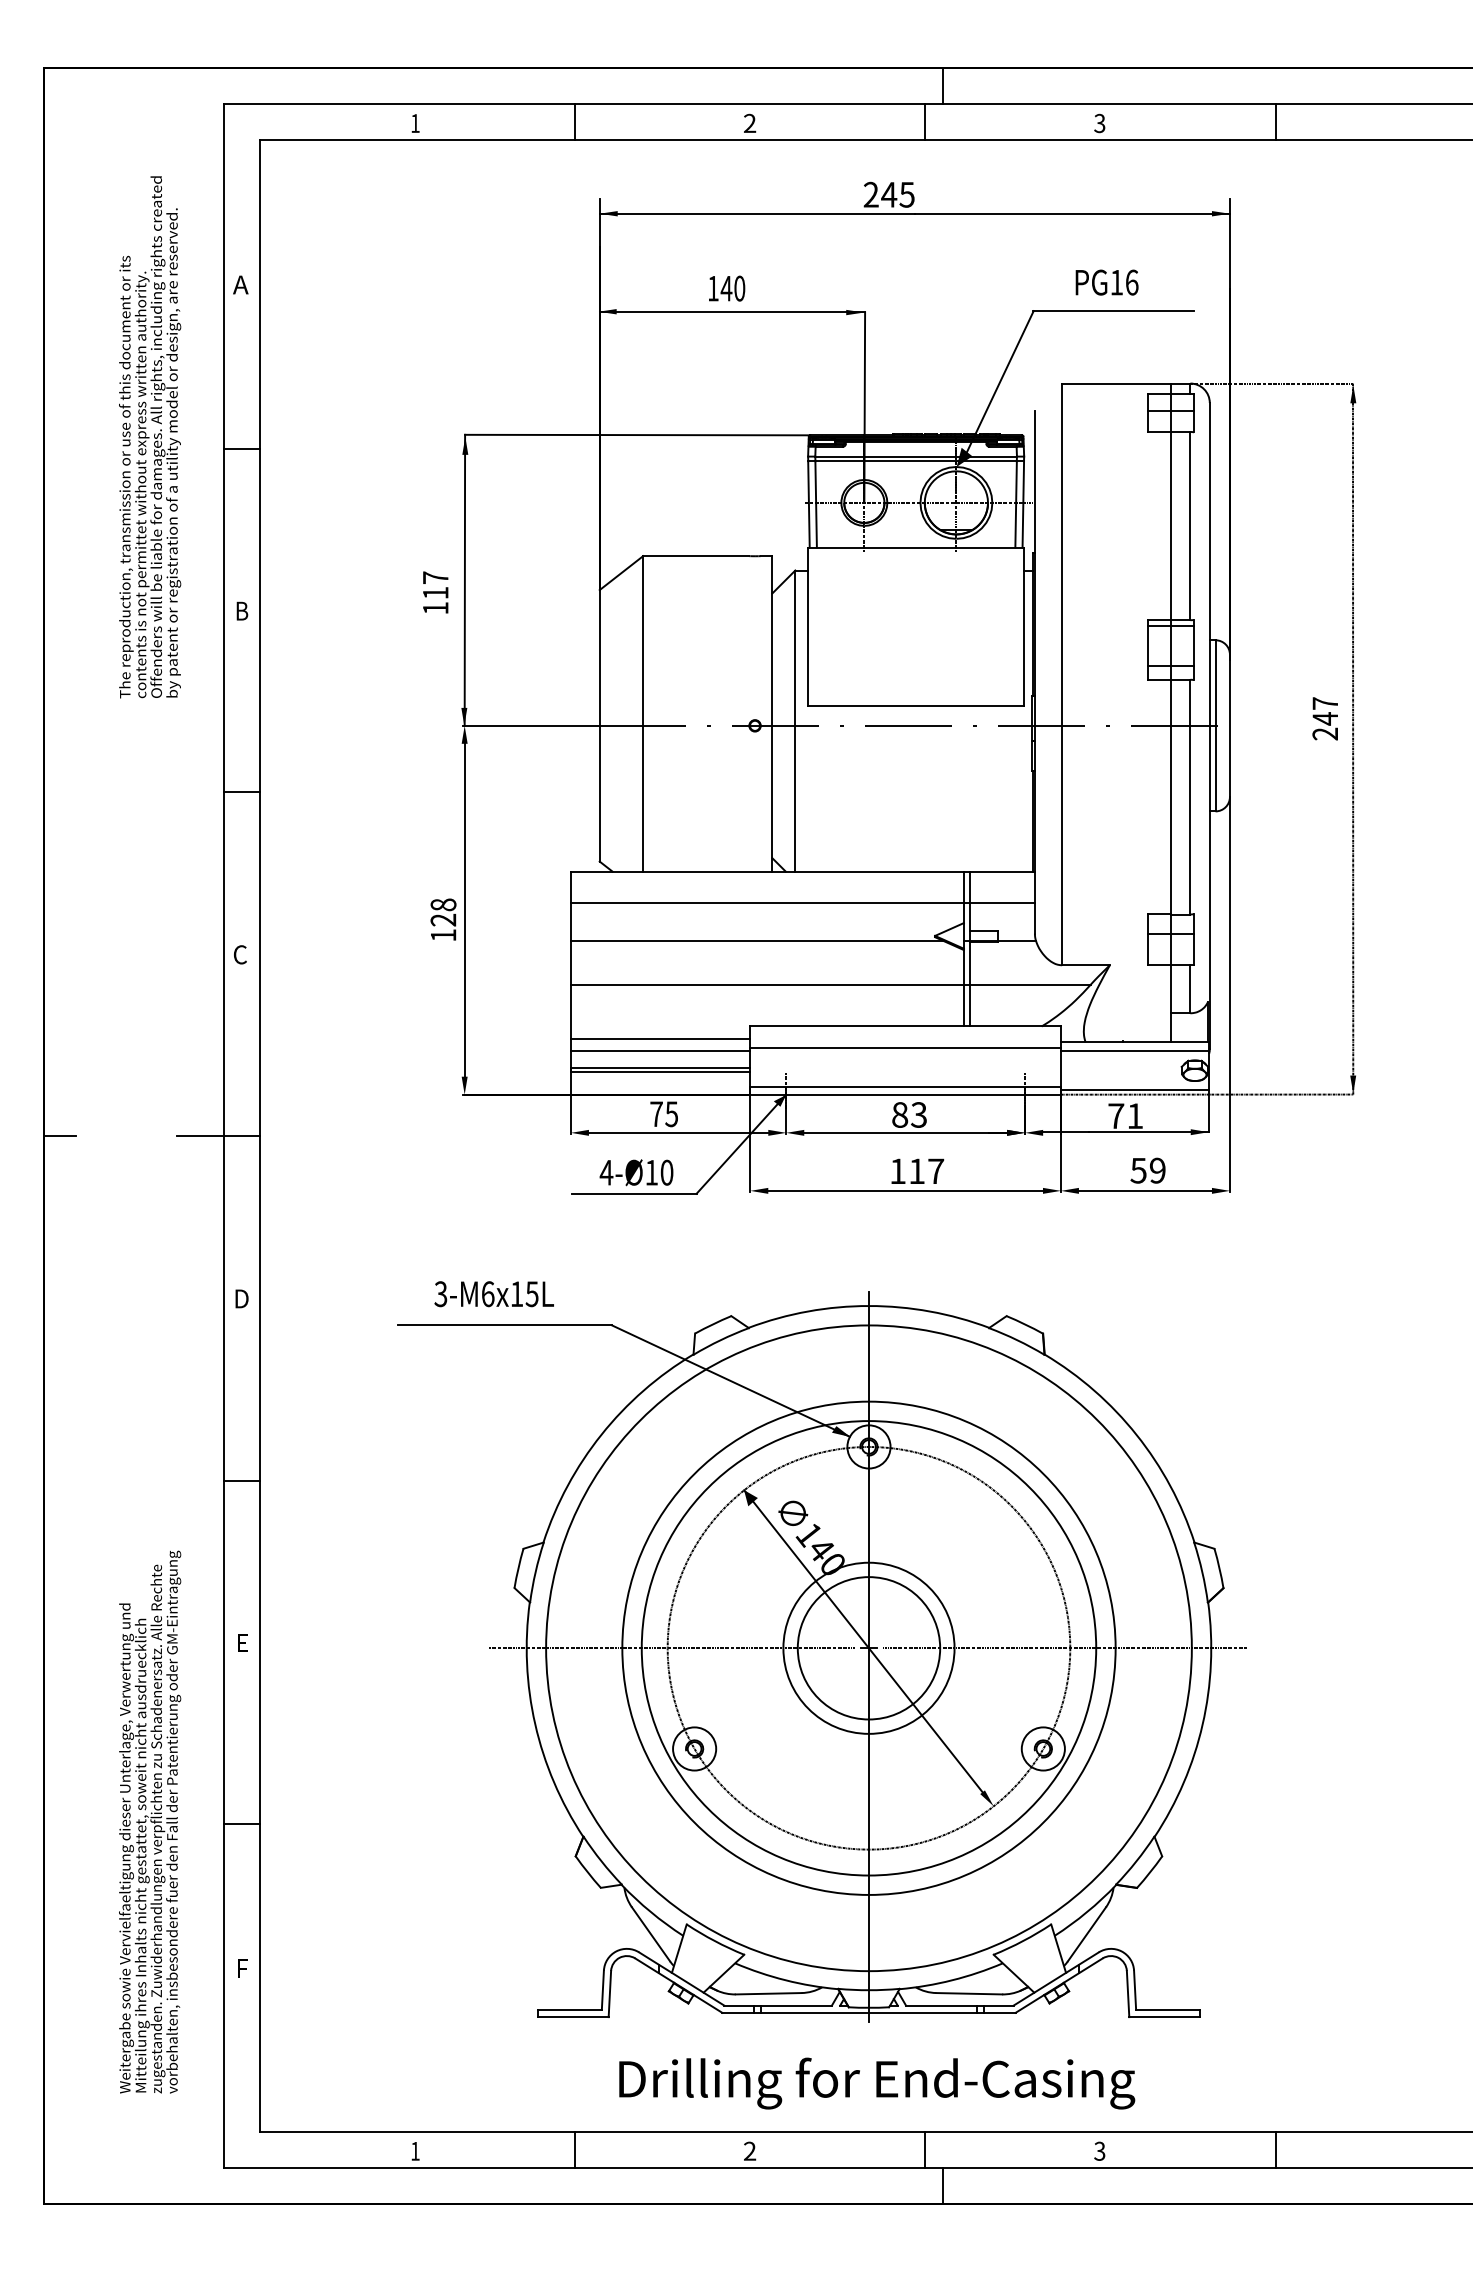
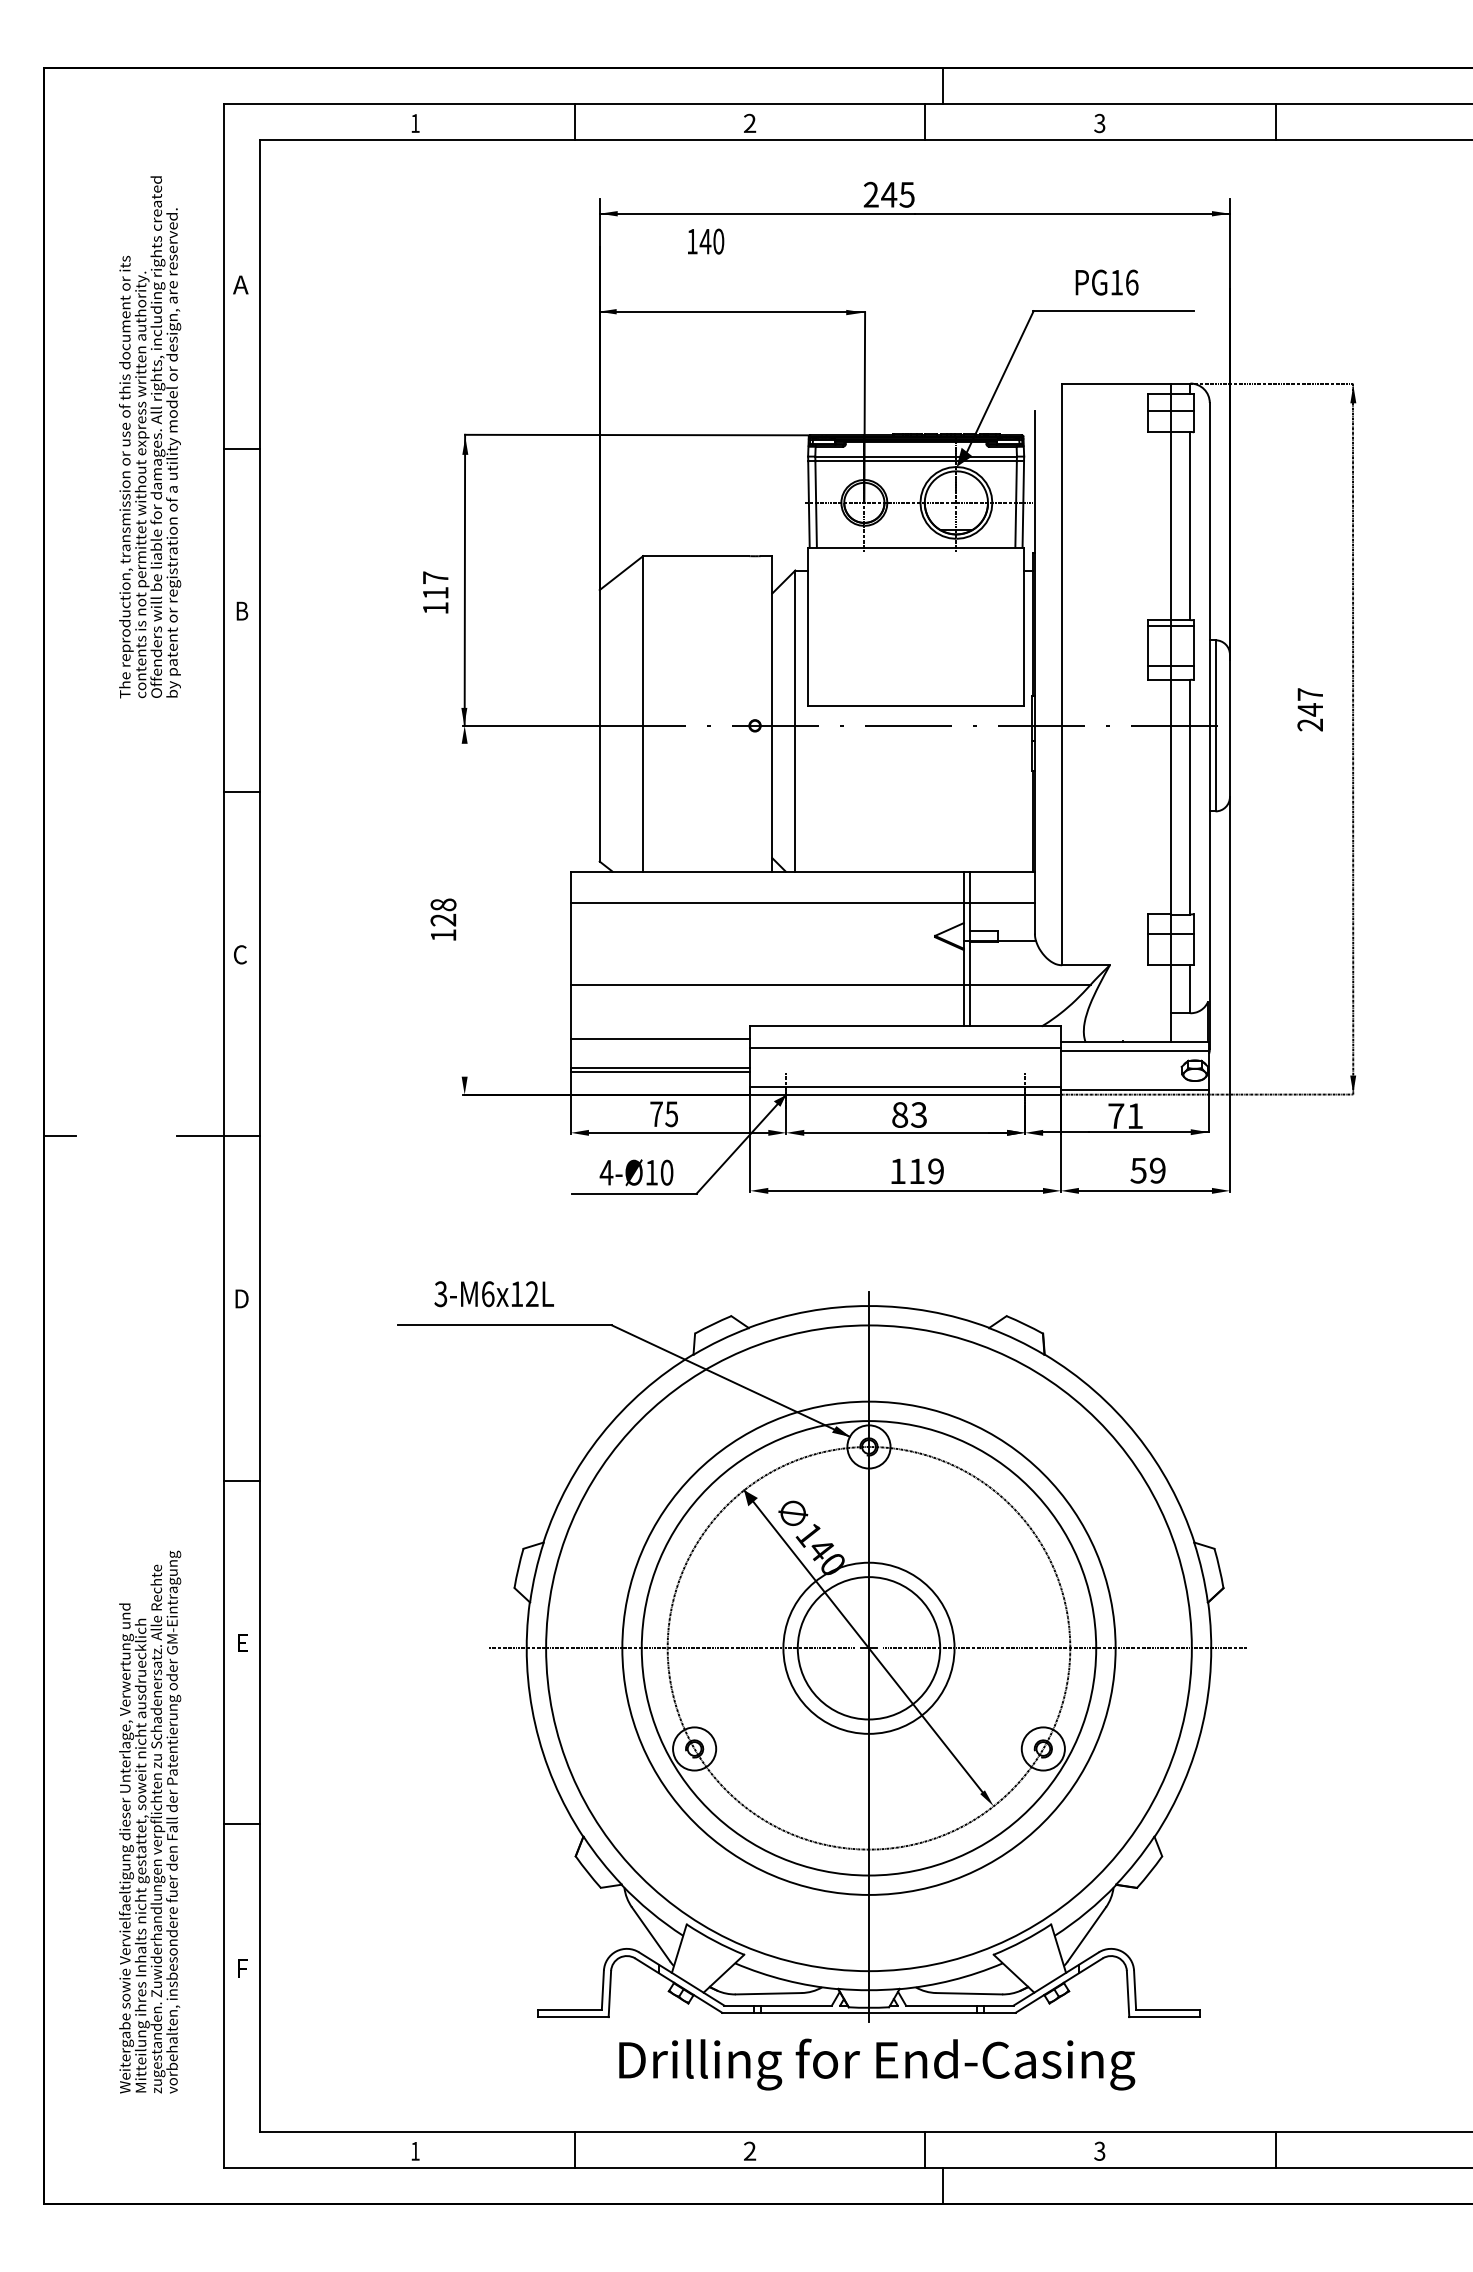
text at (727, 288) position: (727, 288) -> (706, 241)
text at (1324, 718) position: (1324, 718) -> (1309, 709)
line at (464, 909): present -> none
line at (756, 940): present -> none
line at (660, 1051): present -> none
text at (936, 1171): 117 -> 119
text at (531, 1294): 3-M6x15L -> 3-M6x12L
text at (877, 2083) position: (877, 2083) -> (877, 2064)
